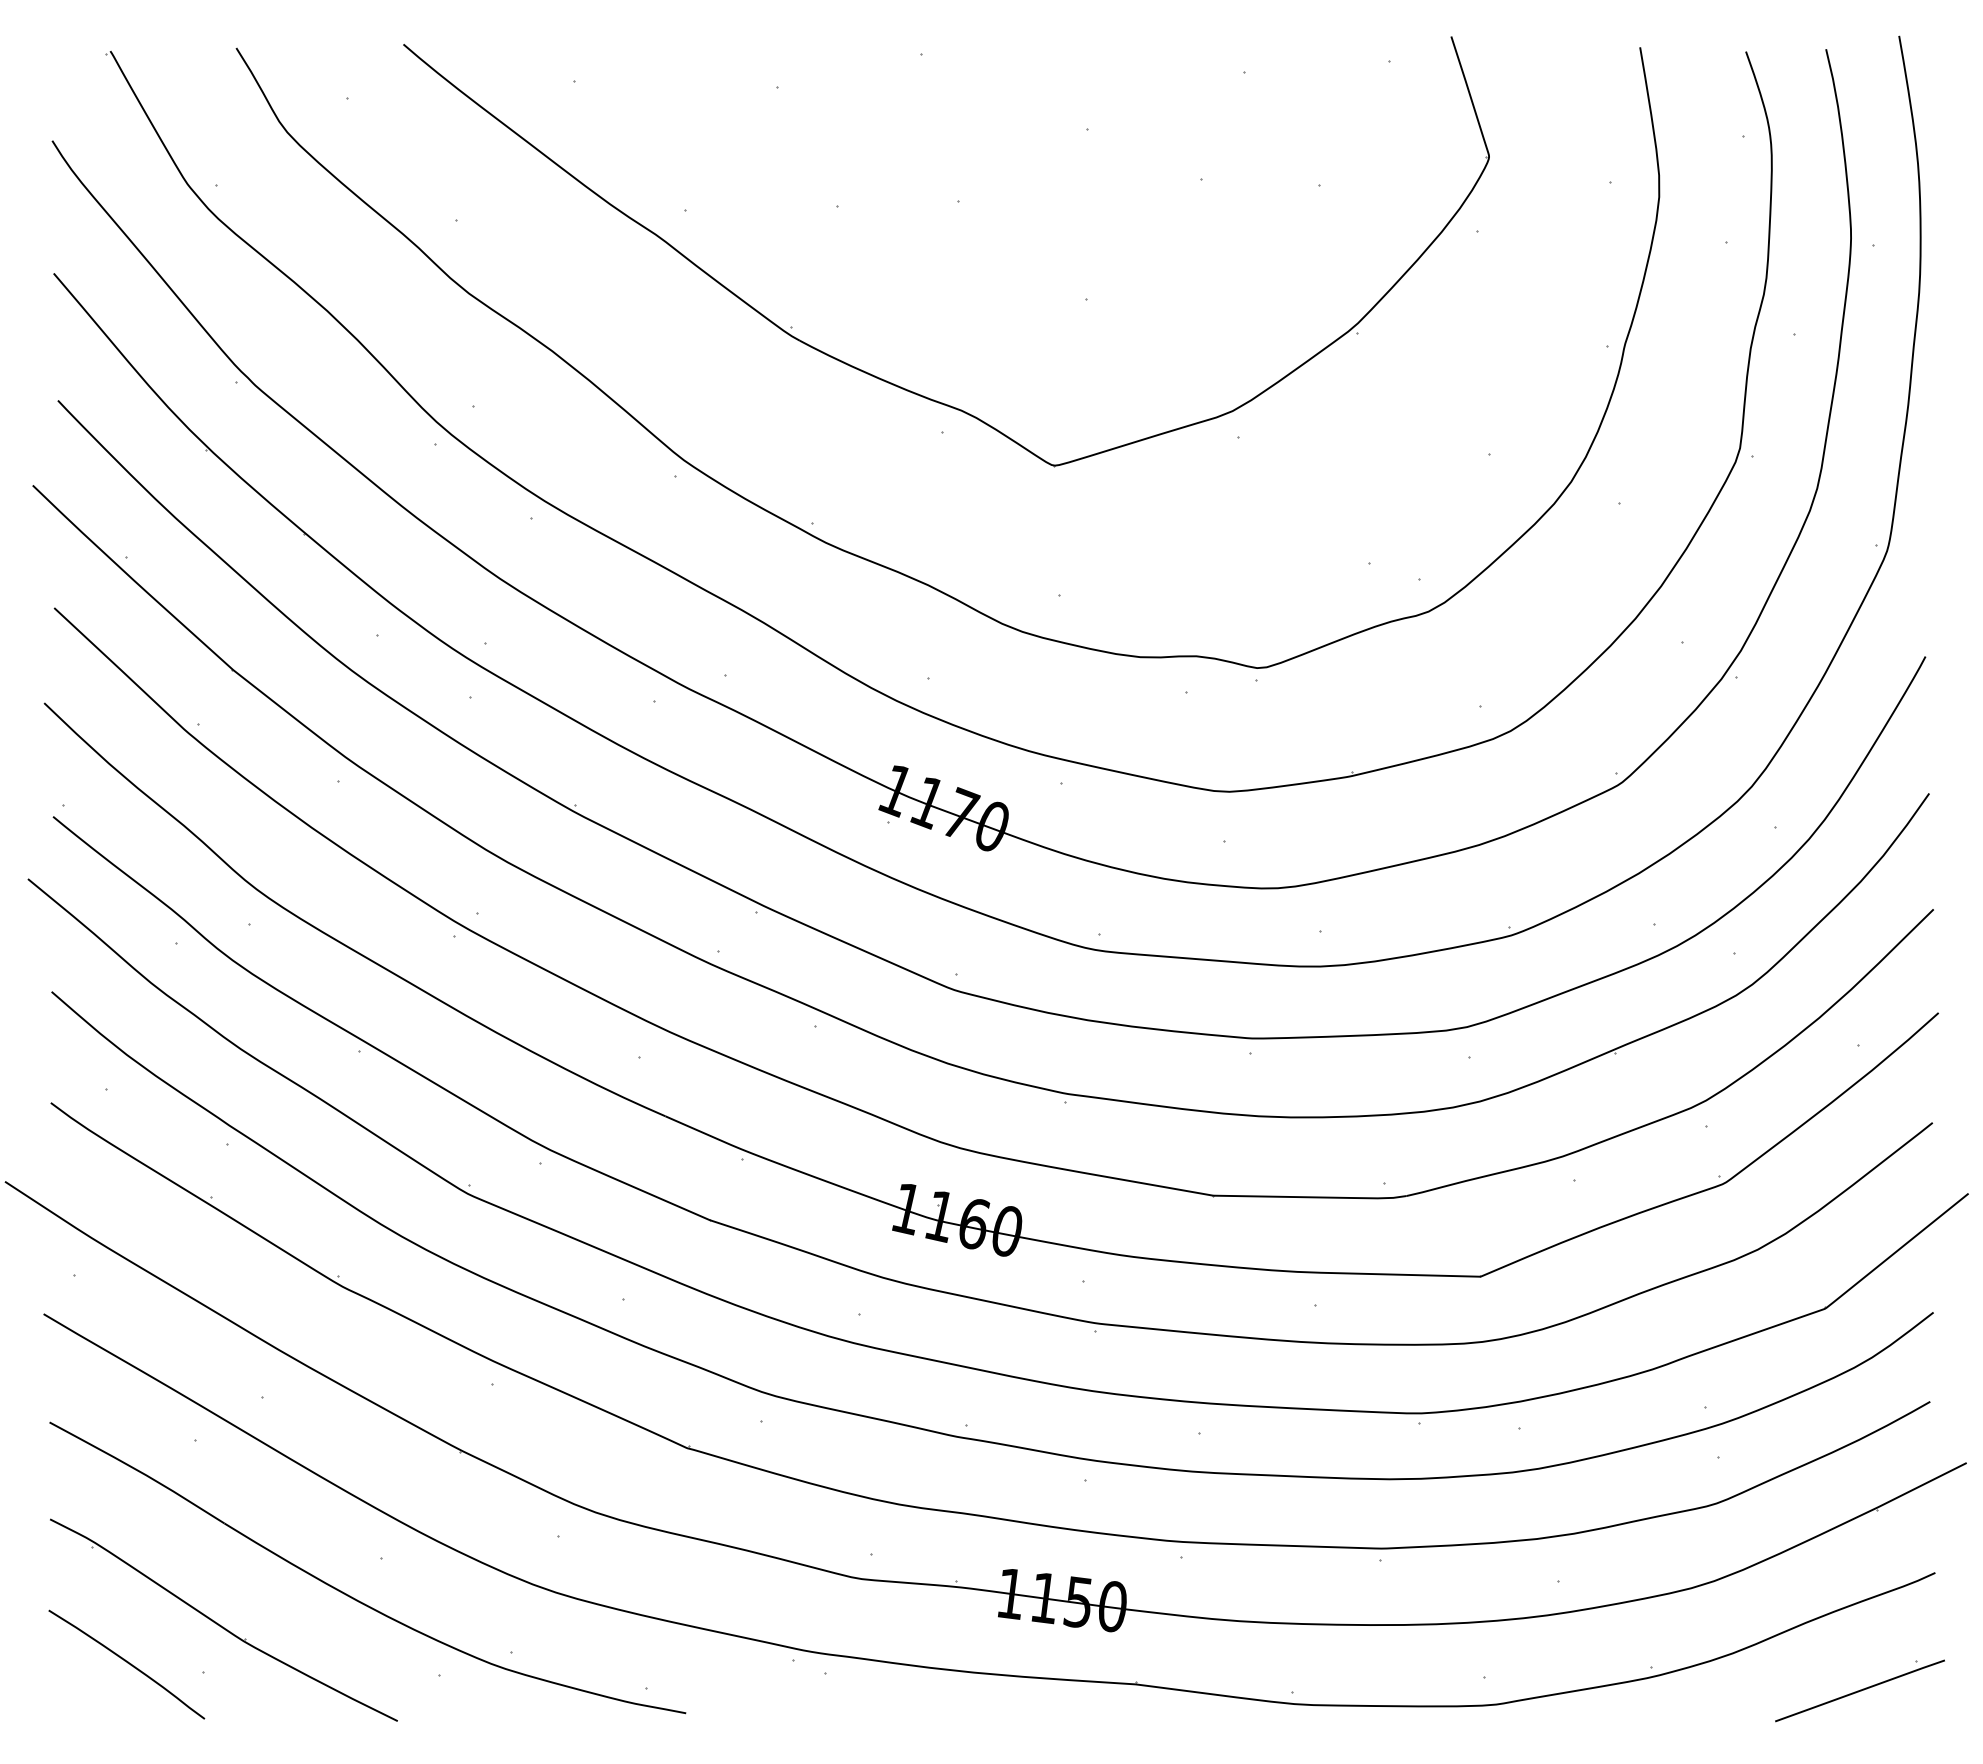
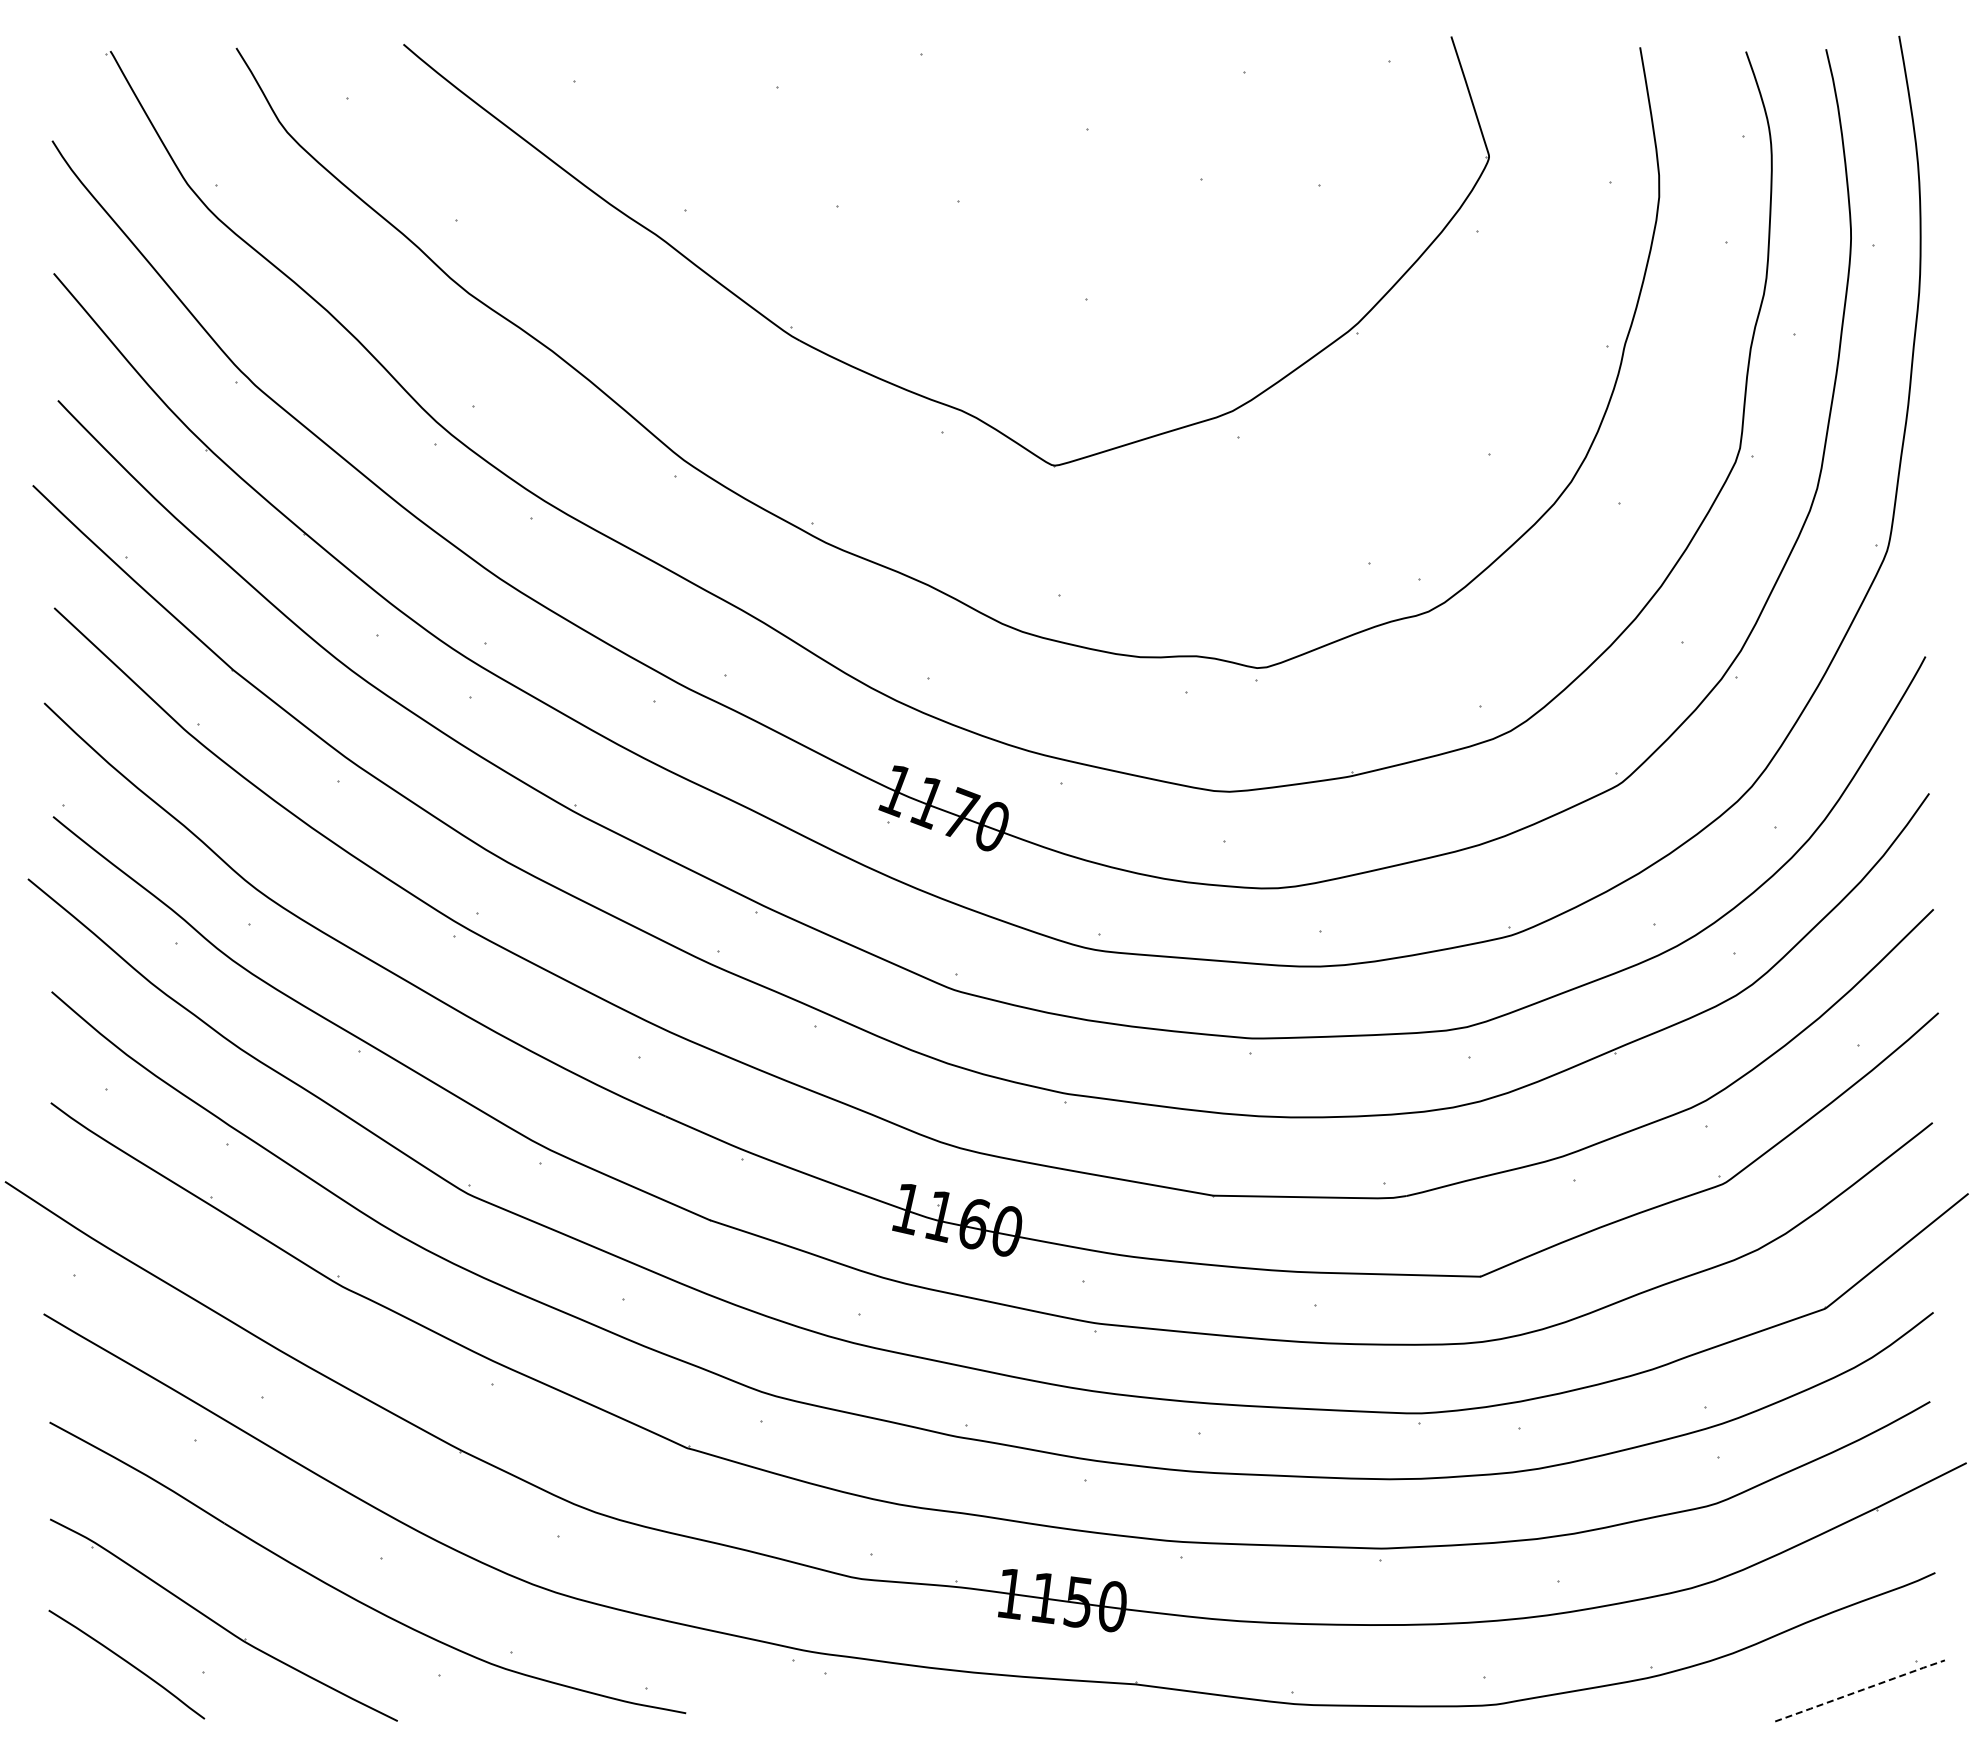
line at (1860, 1690): solid -> dashed
